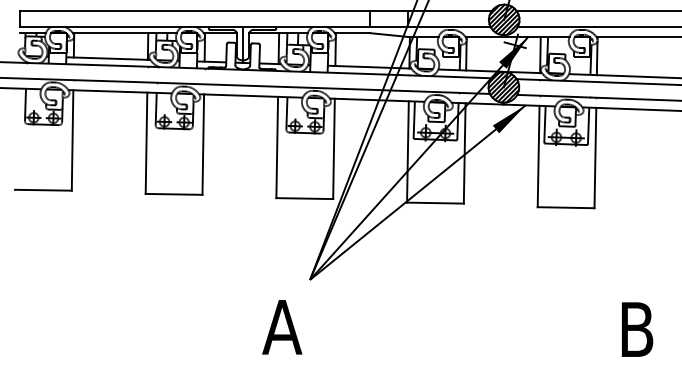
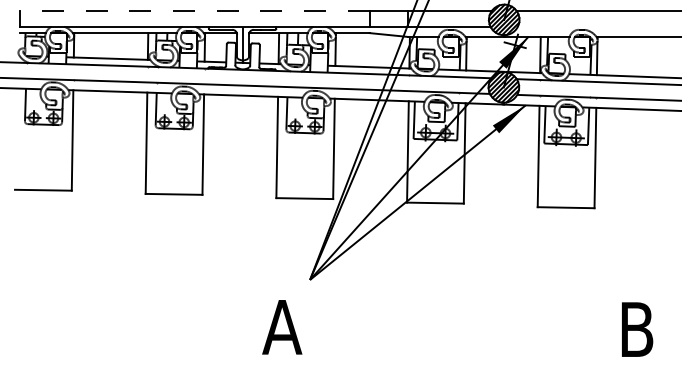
line at (195, 11): solid -> dashed
line at (597, 26): present -> none
